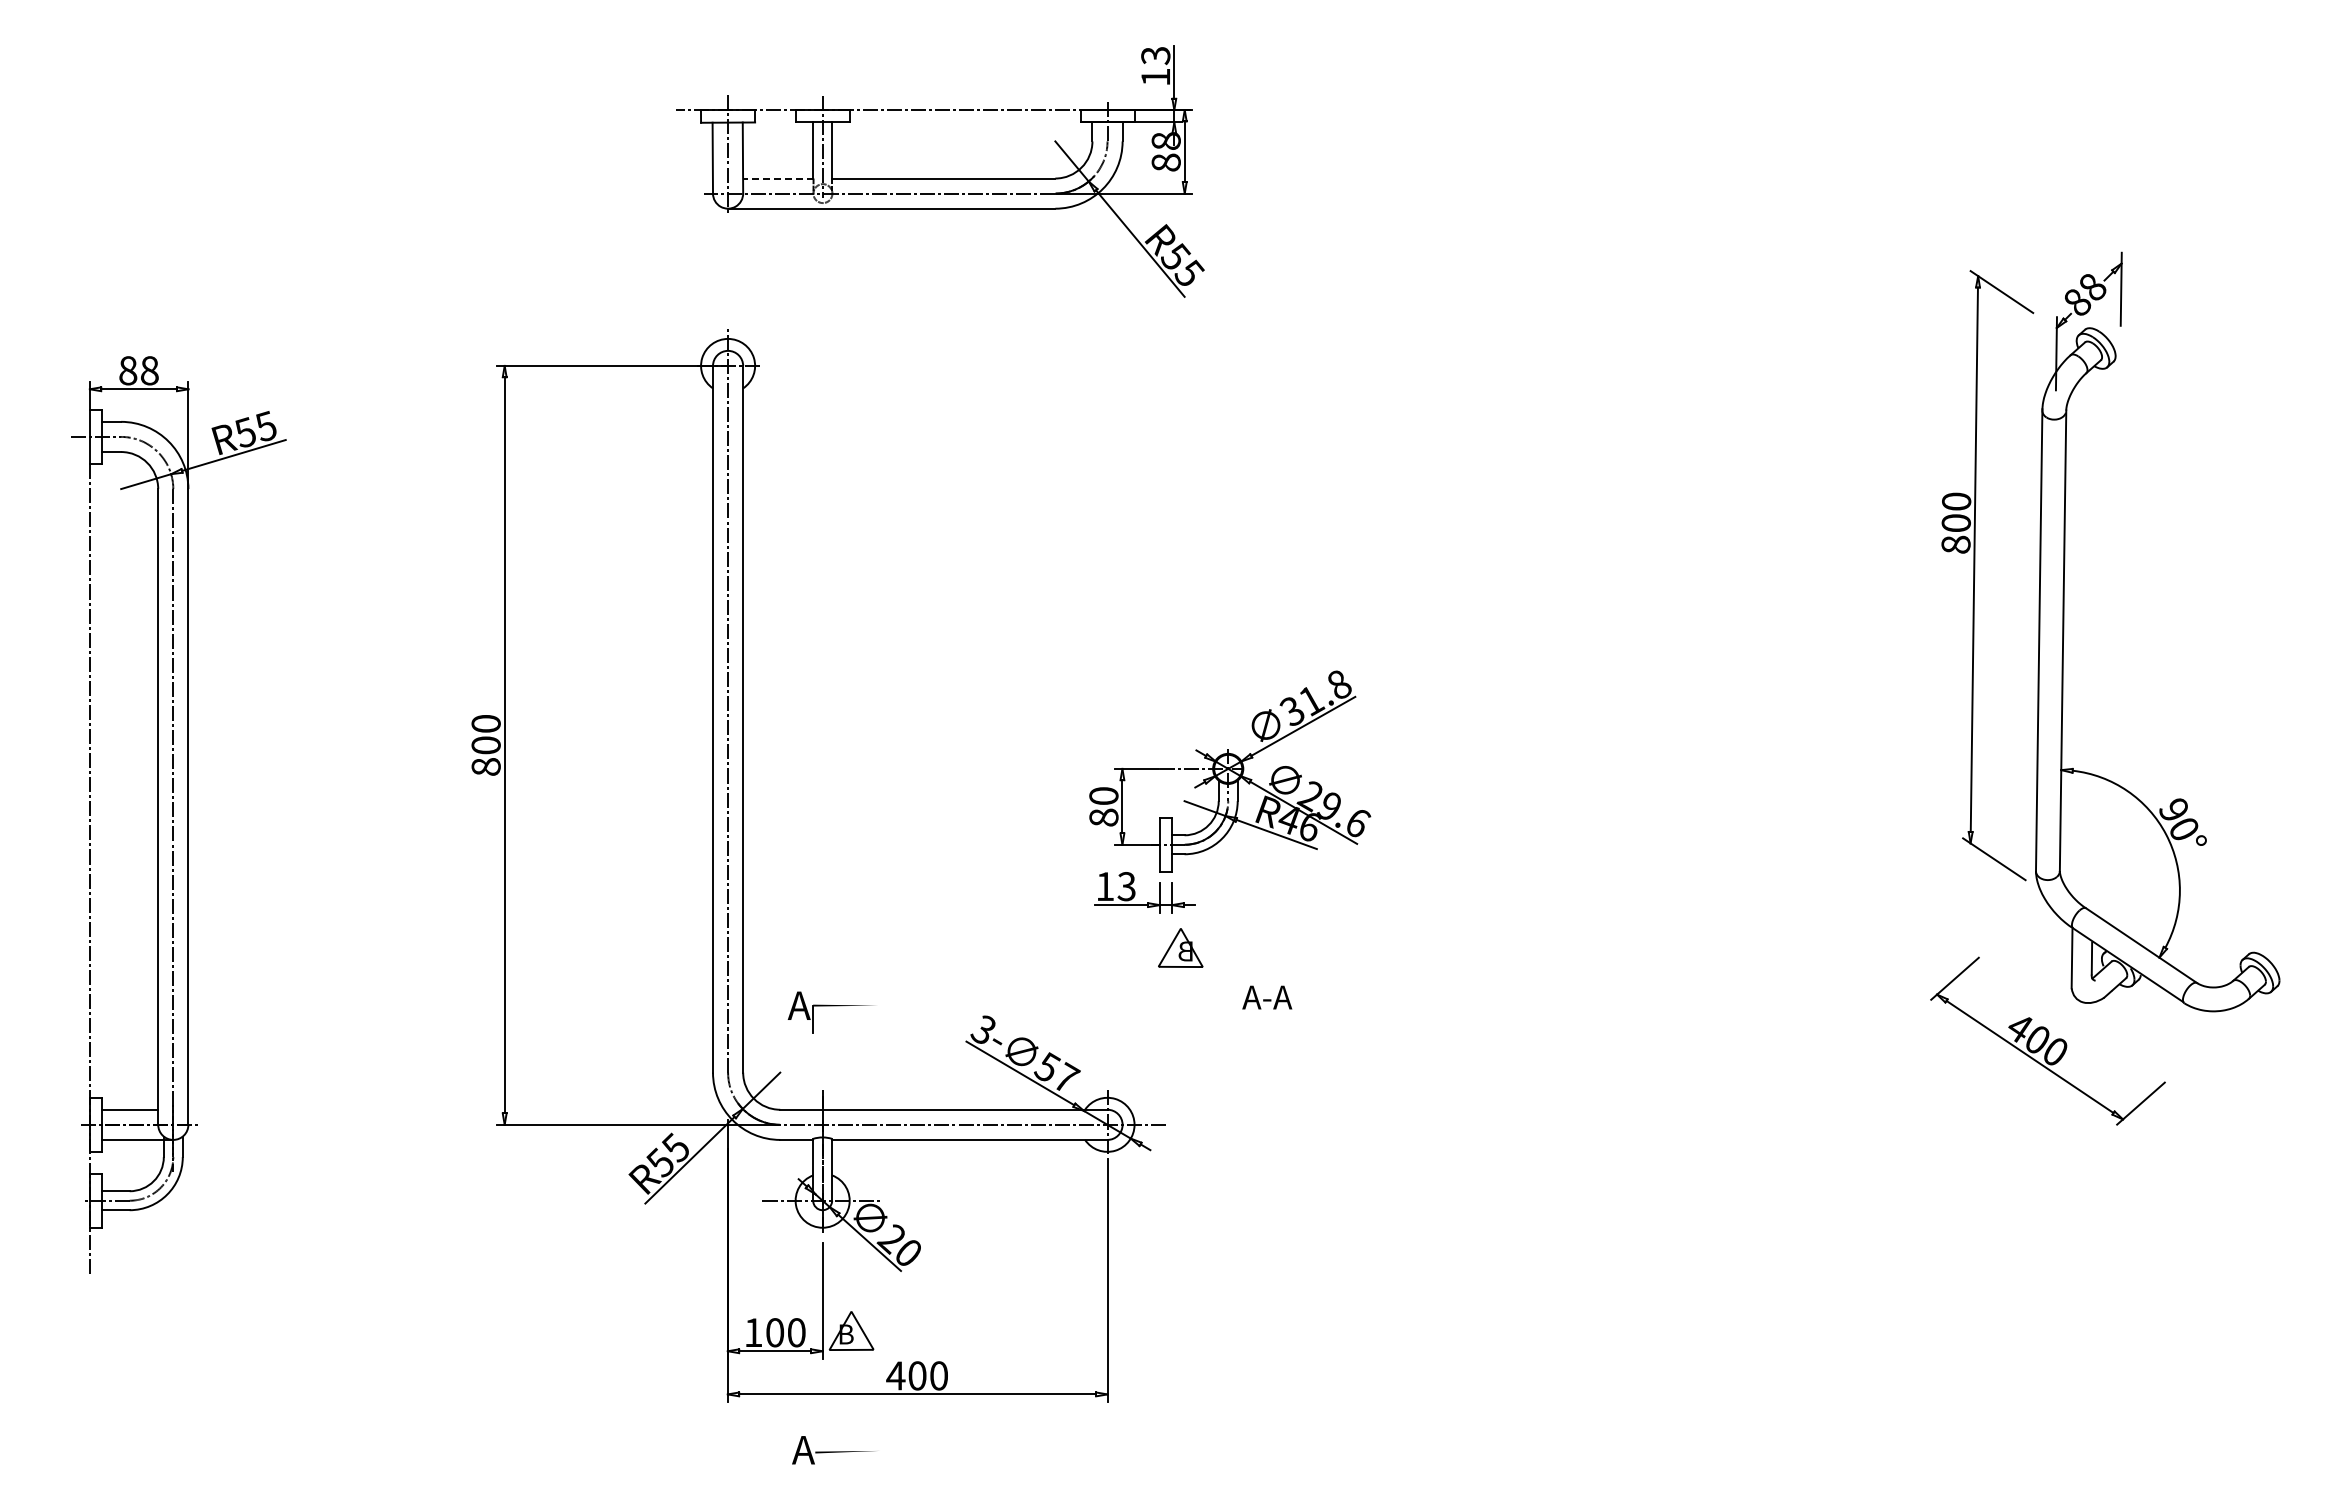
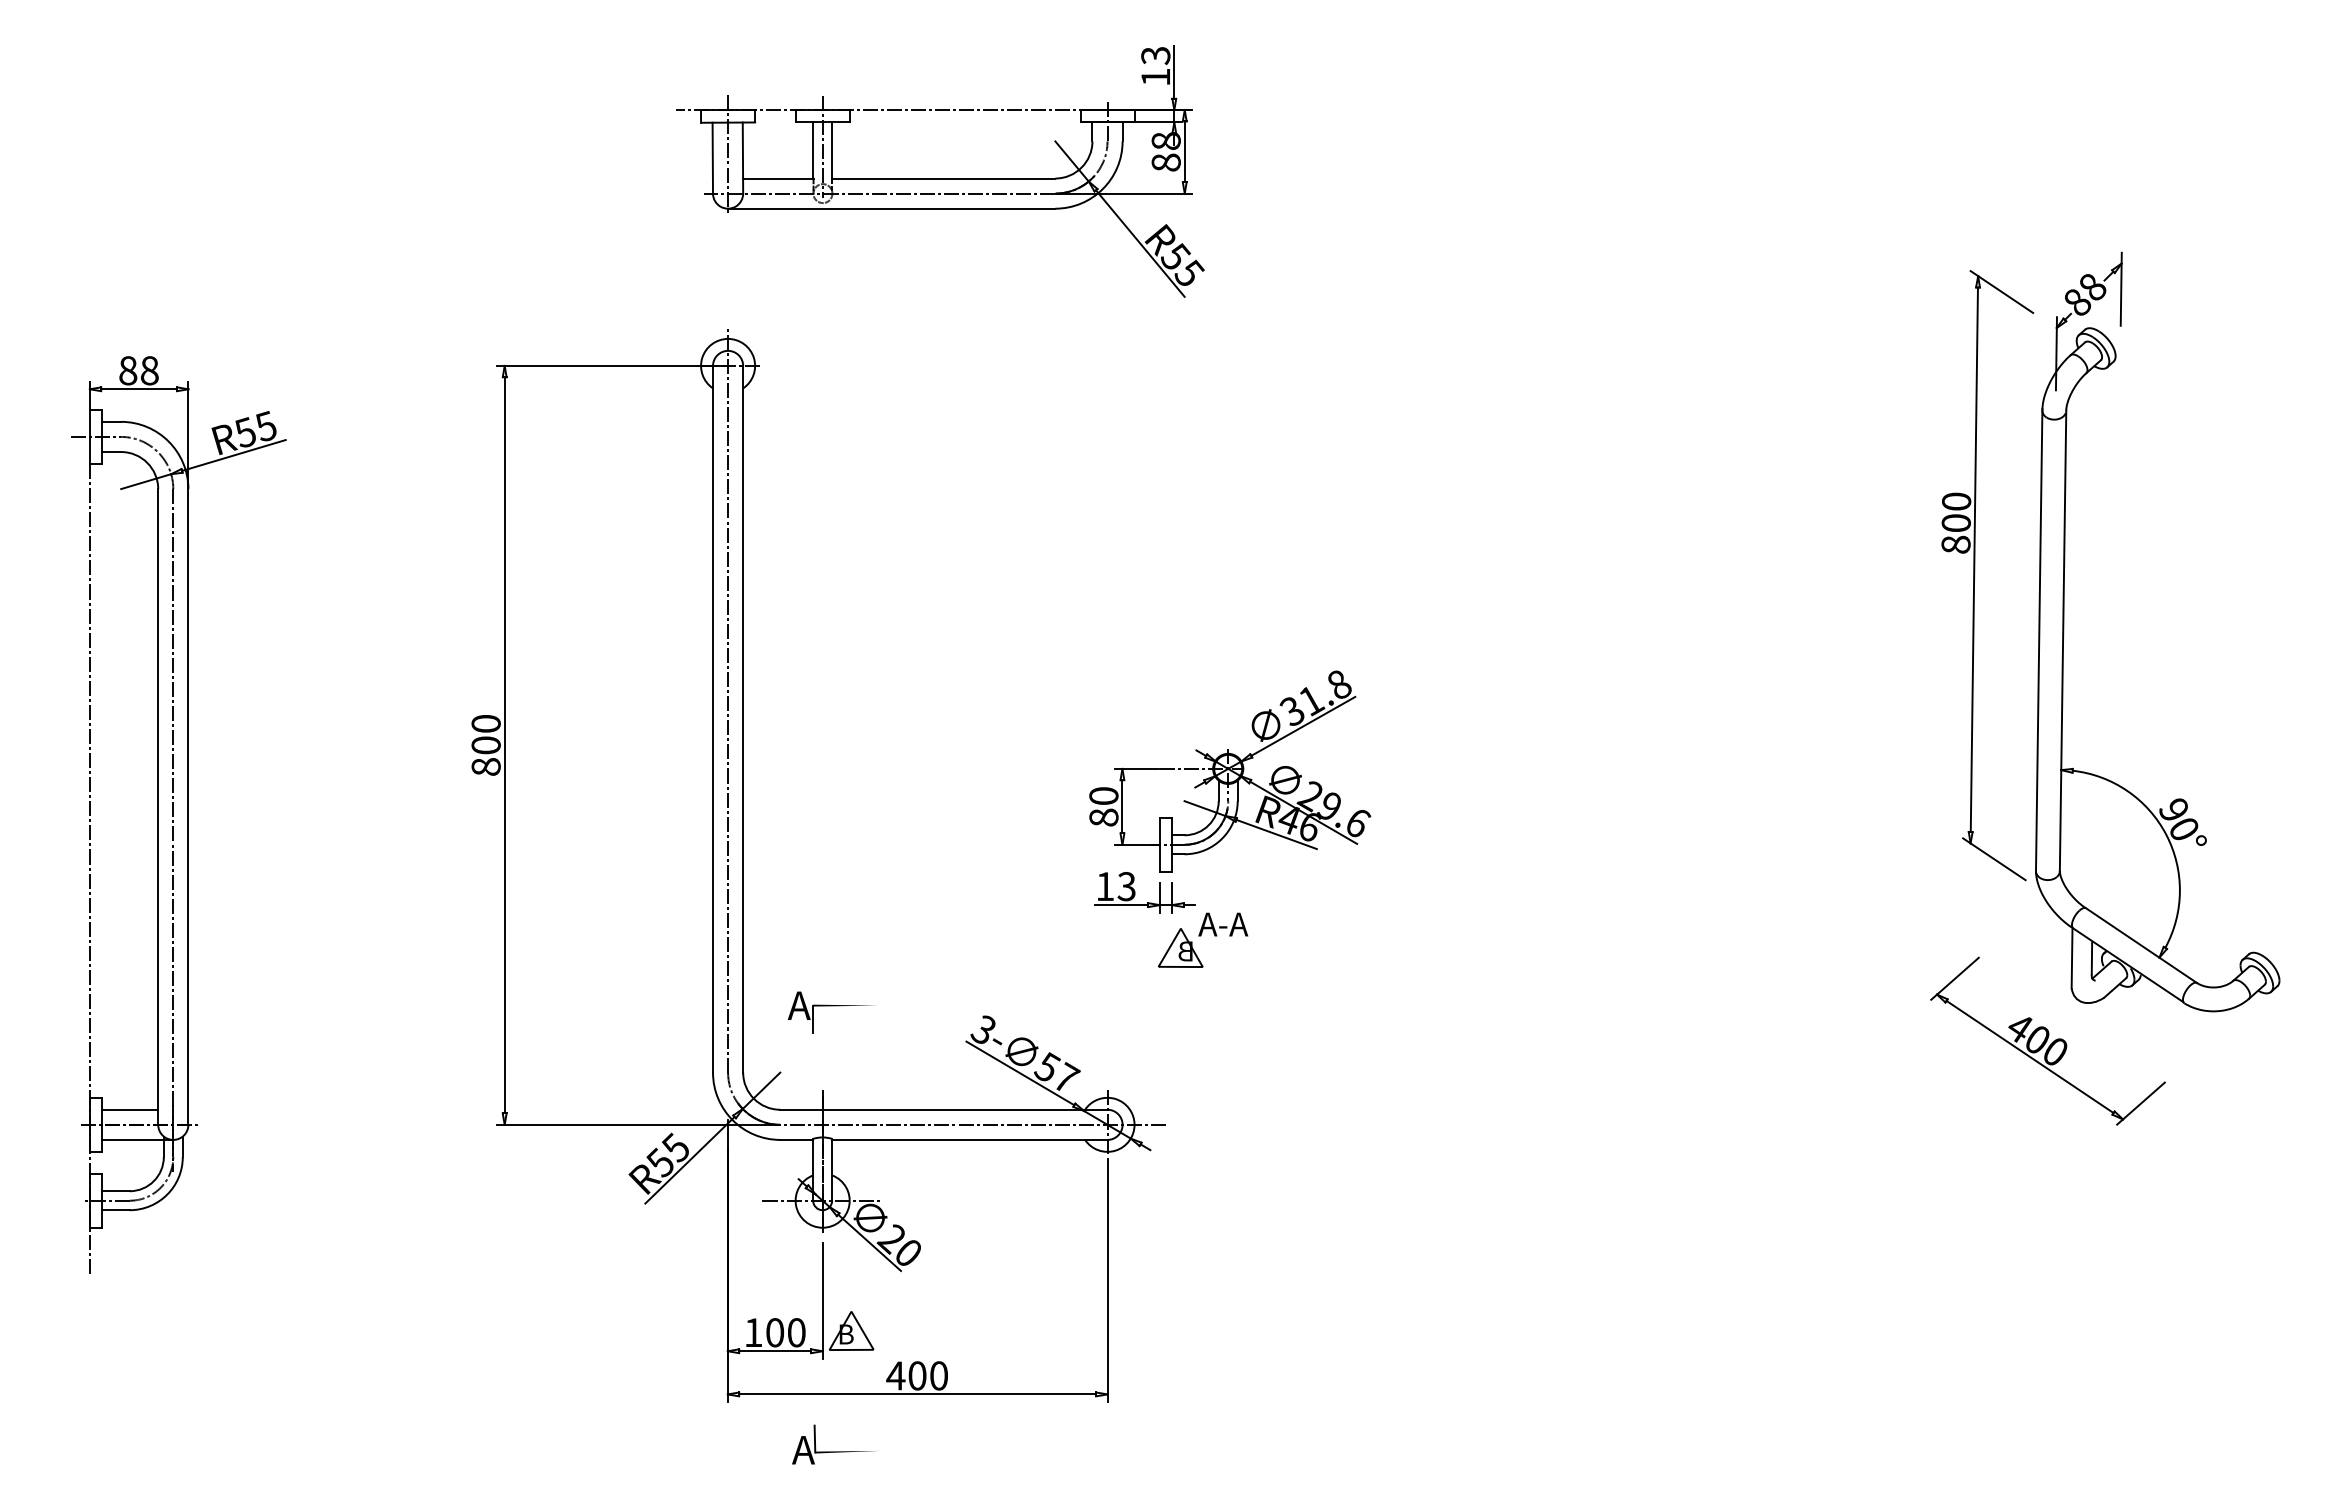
line at (777, 178): dashed -> solid
text at (1267, 997) position: (1267, 997) -> (1223, 924)
line at (814, 1438): none -> present
